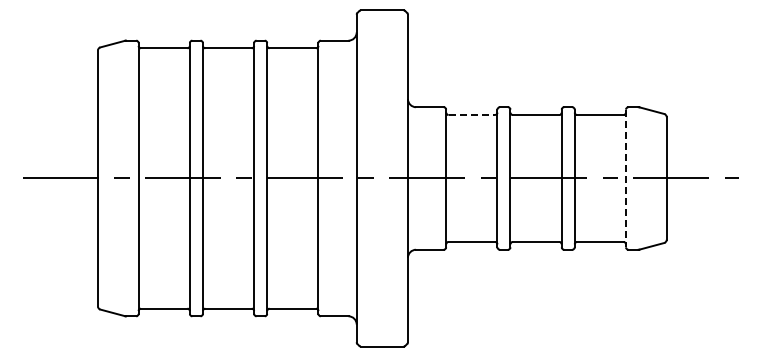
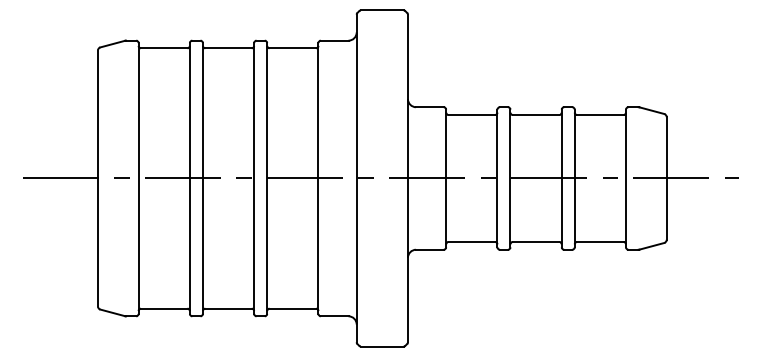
line at (472, 115): dashed -> solid
line at (626, 178): dashed -> solid
